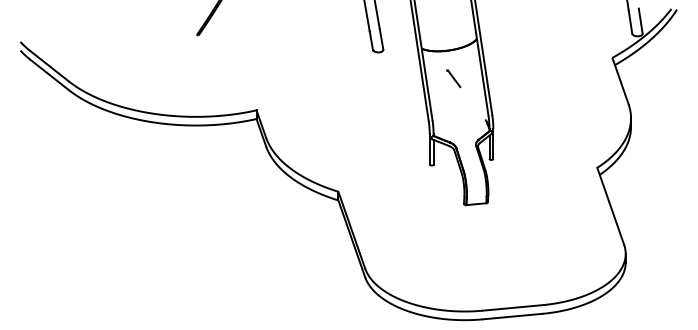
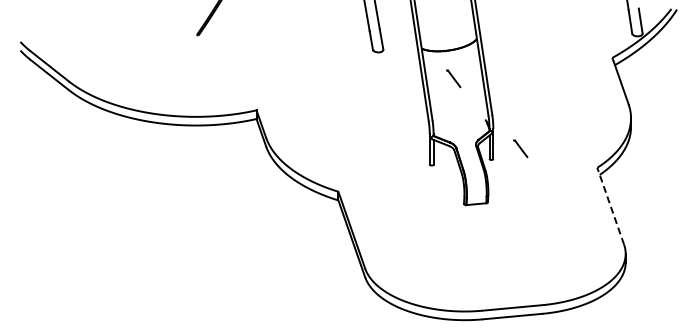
line at (520, 148): none -> present
line at (610, 206): solid -> dashed
